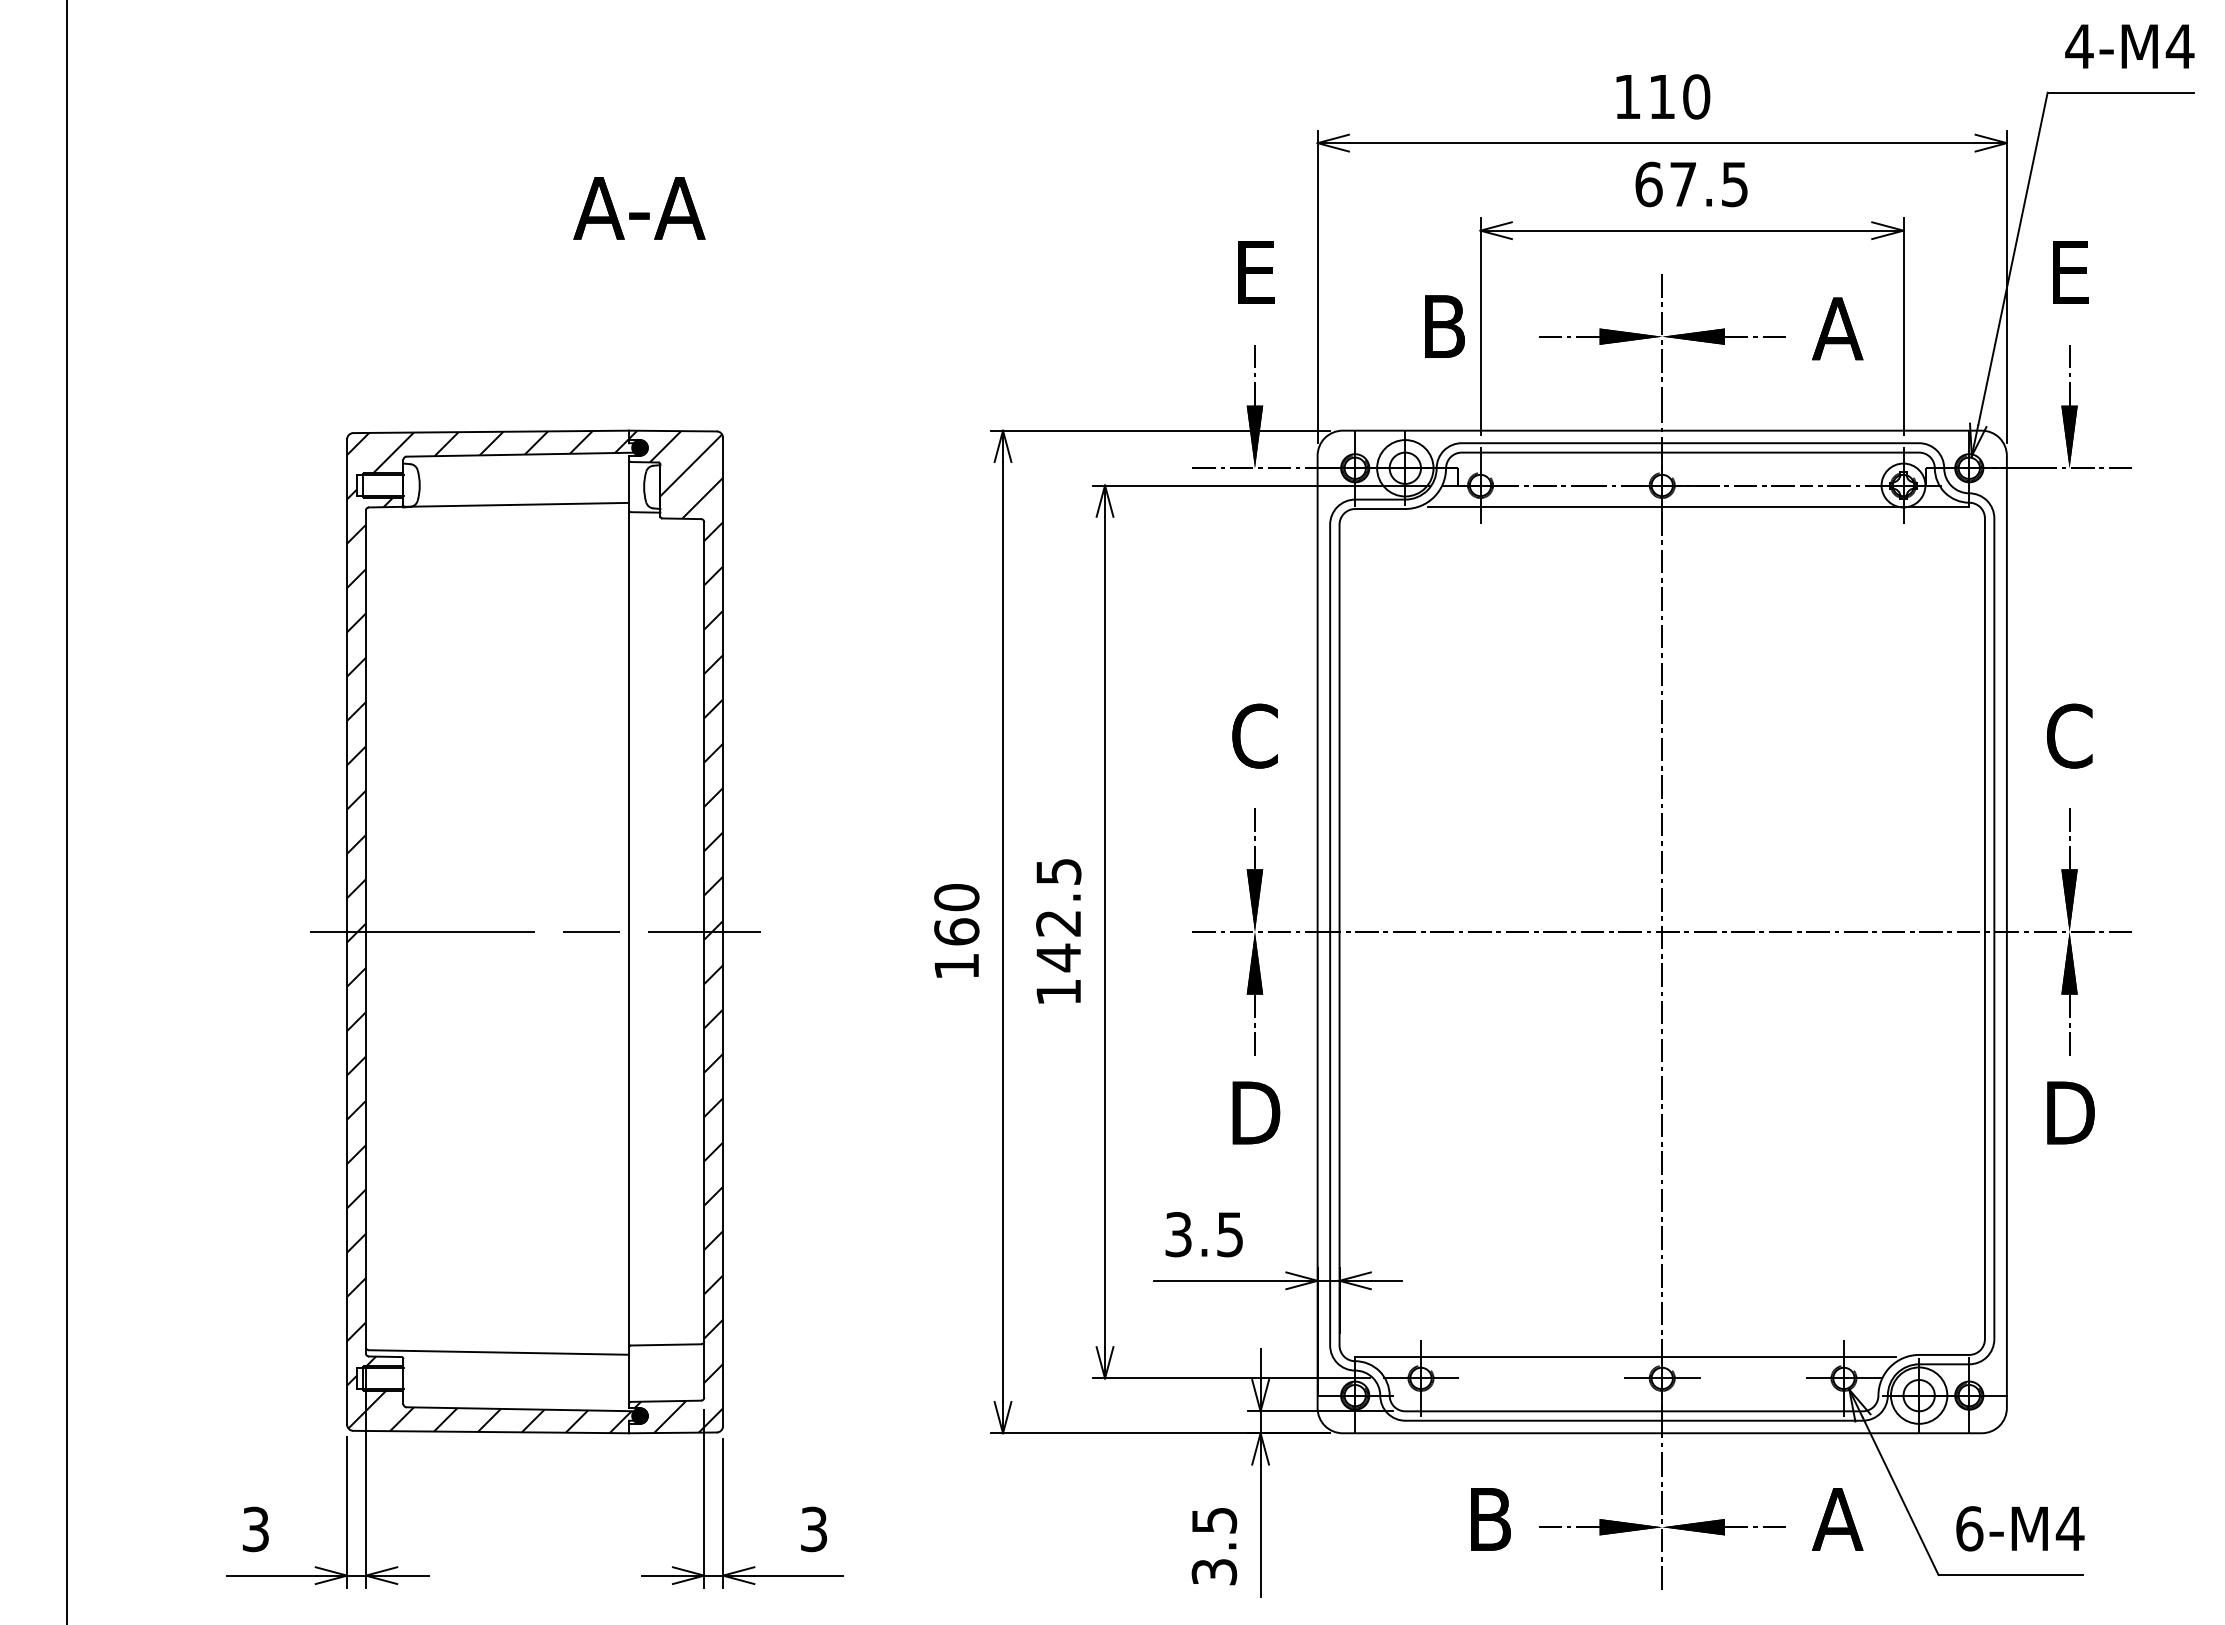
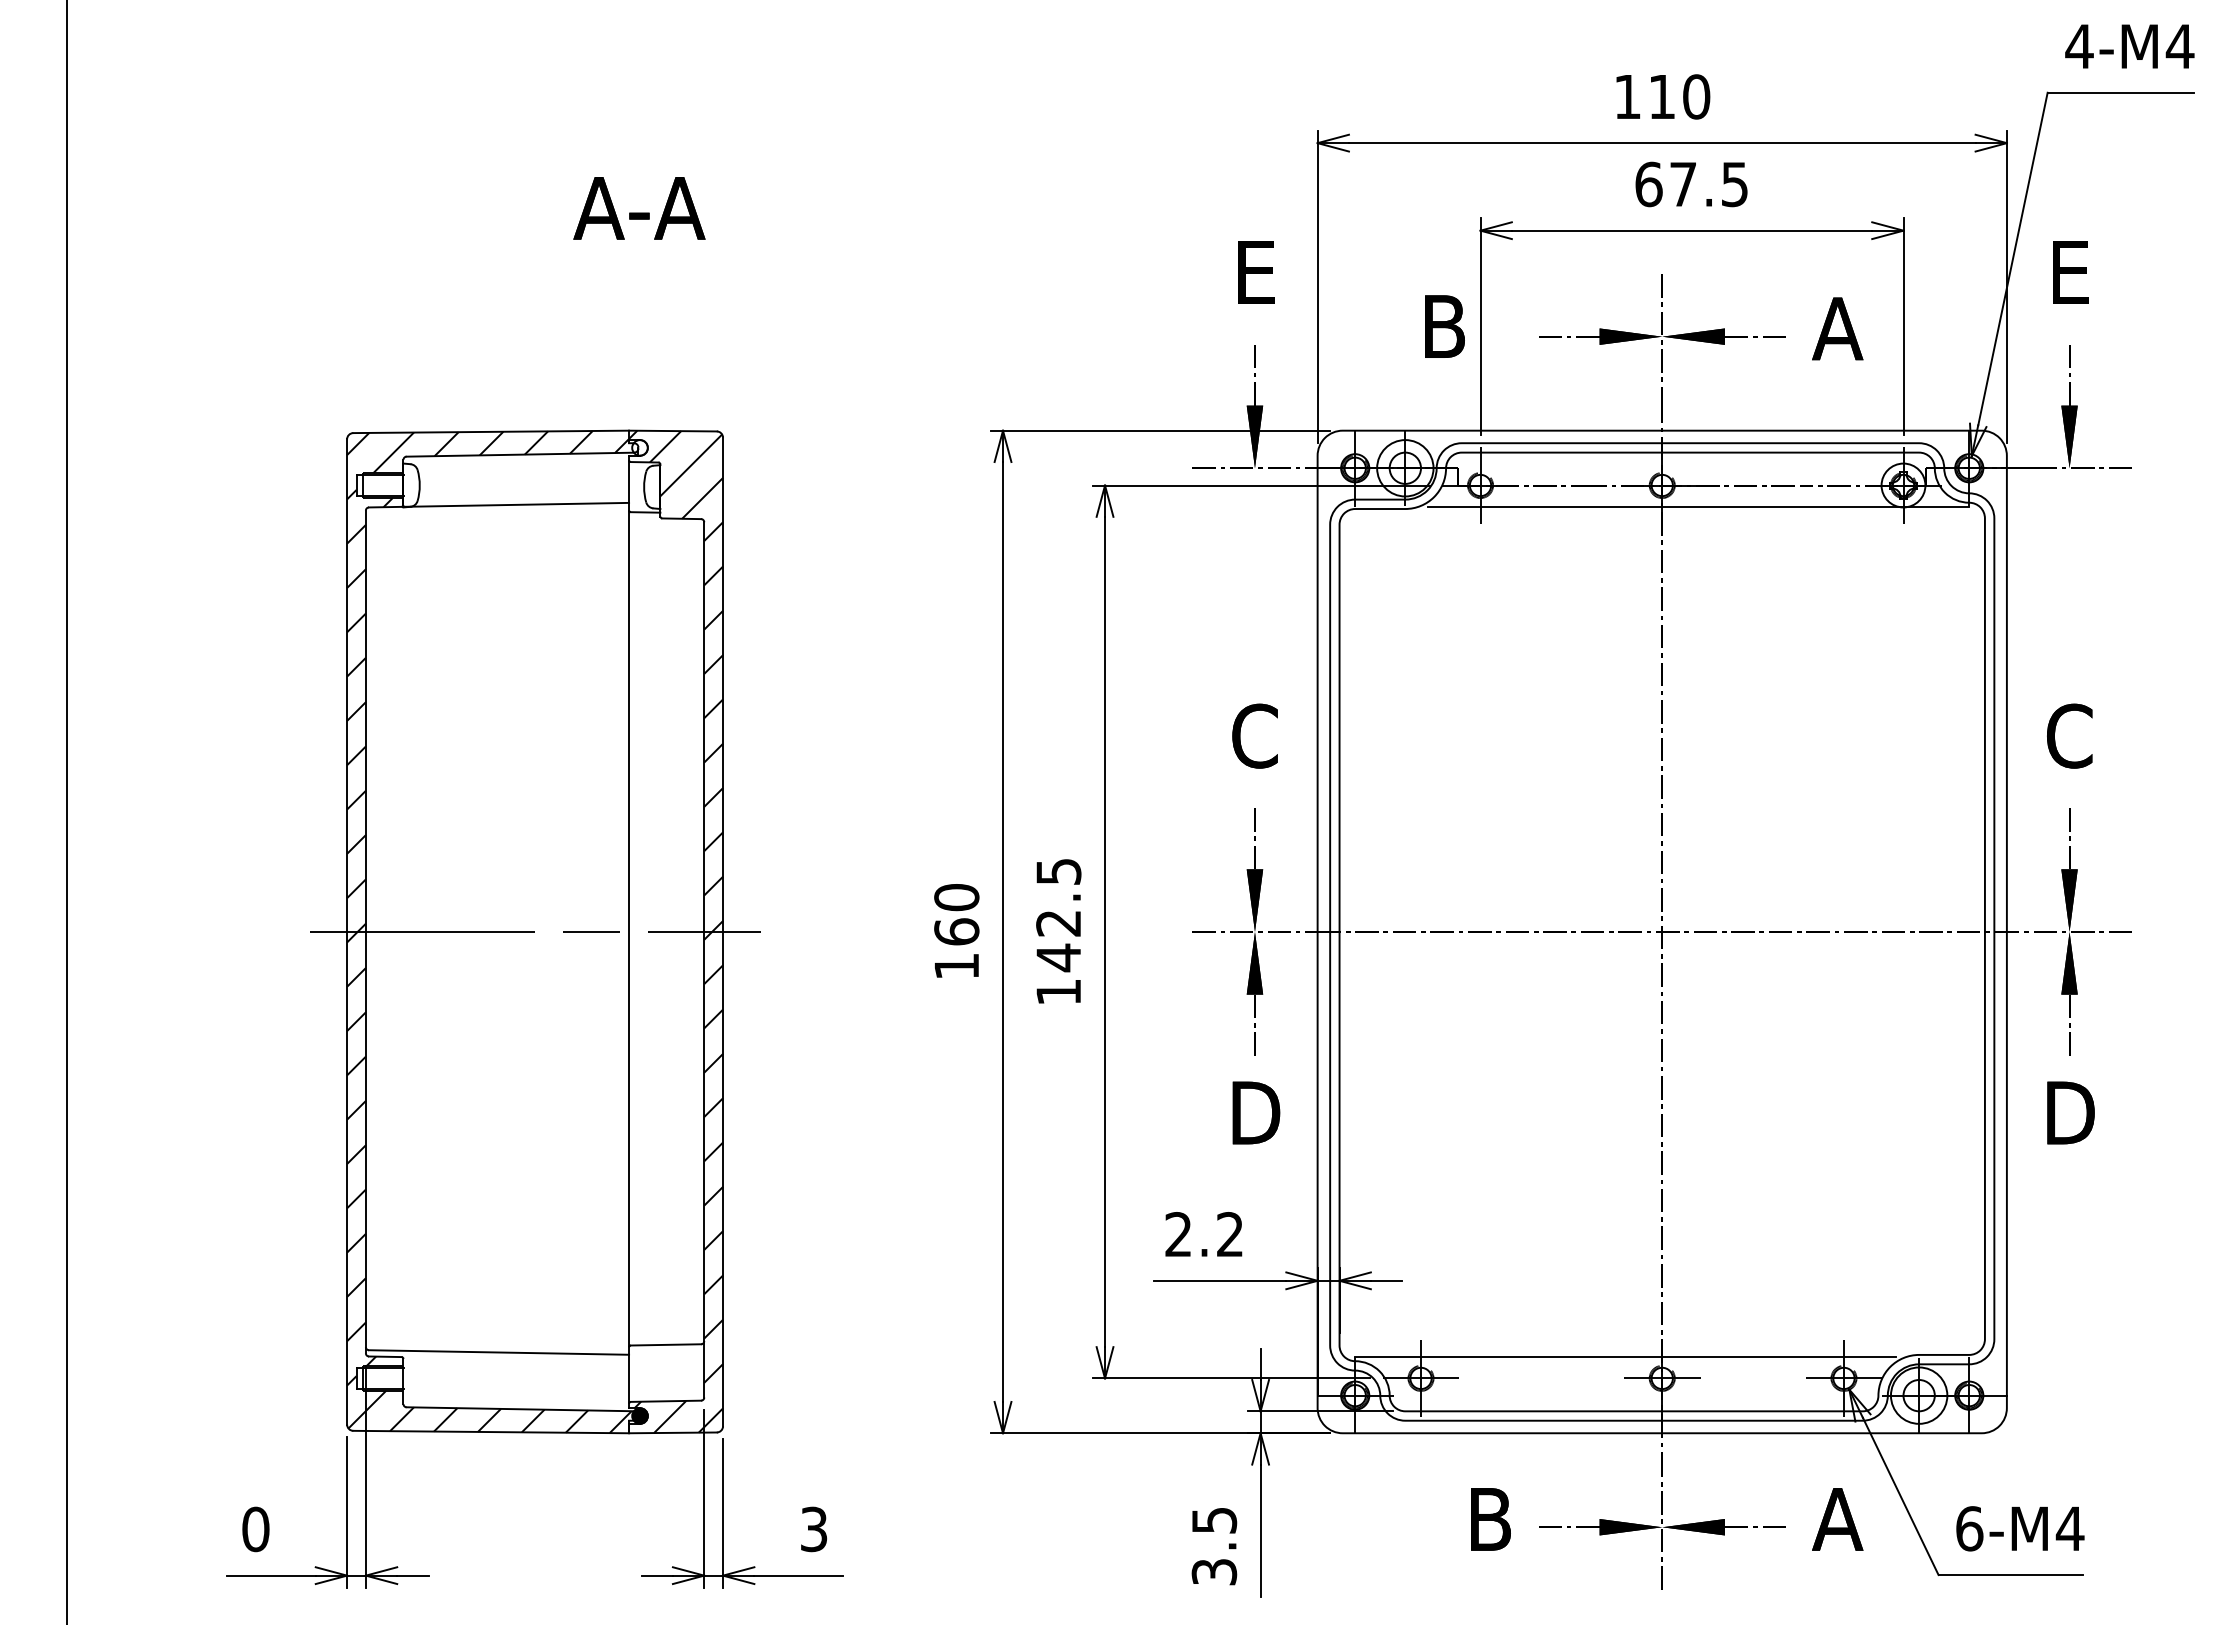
fill at (639, 447): present -> none
text at (1203, 1234): 3.5 -> 2.2
text at (255, 1529): 3 -> 0
